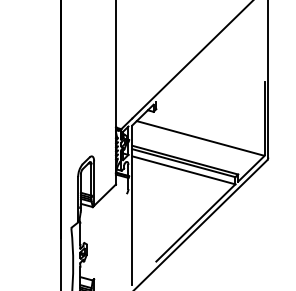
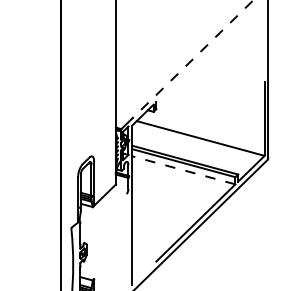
line at (192, 59): solid -> dashed
line at (183, 170): solid -> dashed
